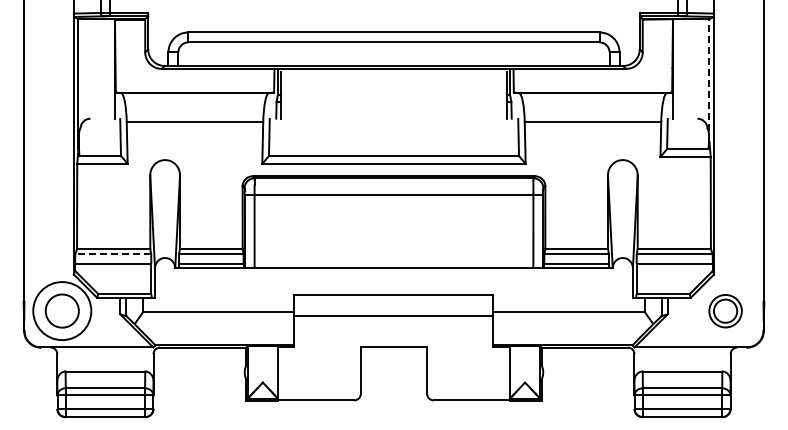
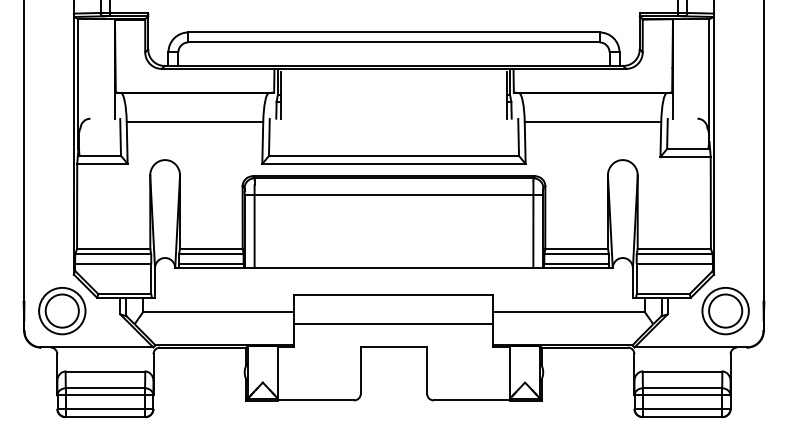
line at (709, 80): dashed -> solid
line at (113, 254): dashed -> solid
circle at (62, 311) diameter: 58 px -> 46 px
part at (725, 311) size: 35x35 px -> 49x49 px
line at (393, 316) position: (393, 316) -> (393, 324)
